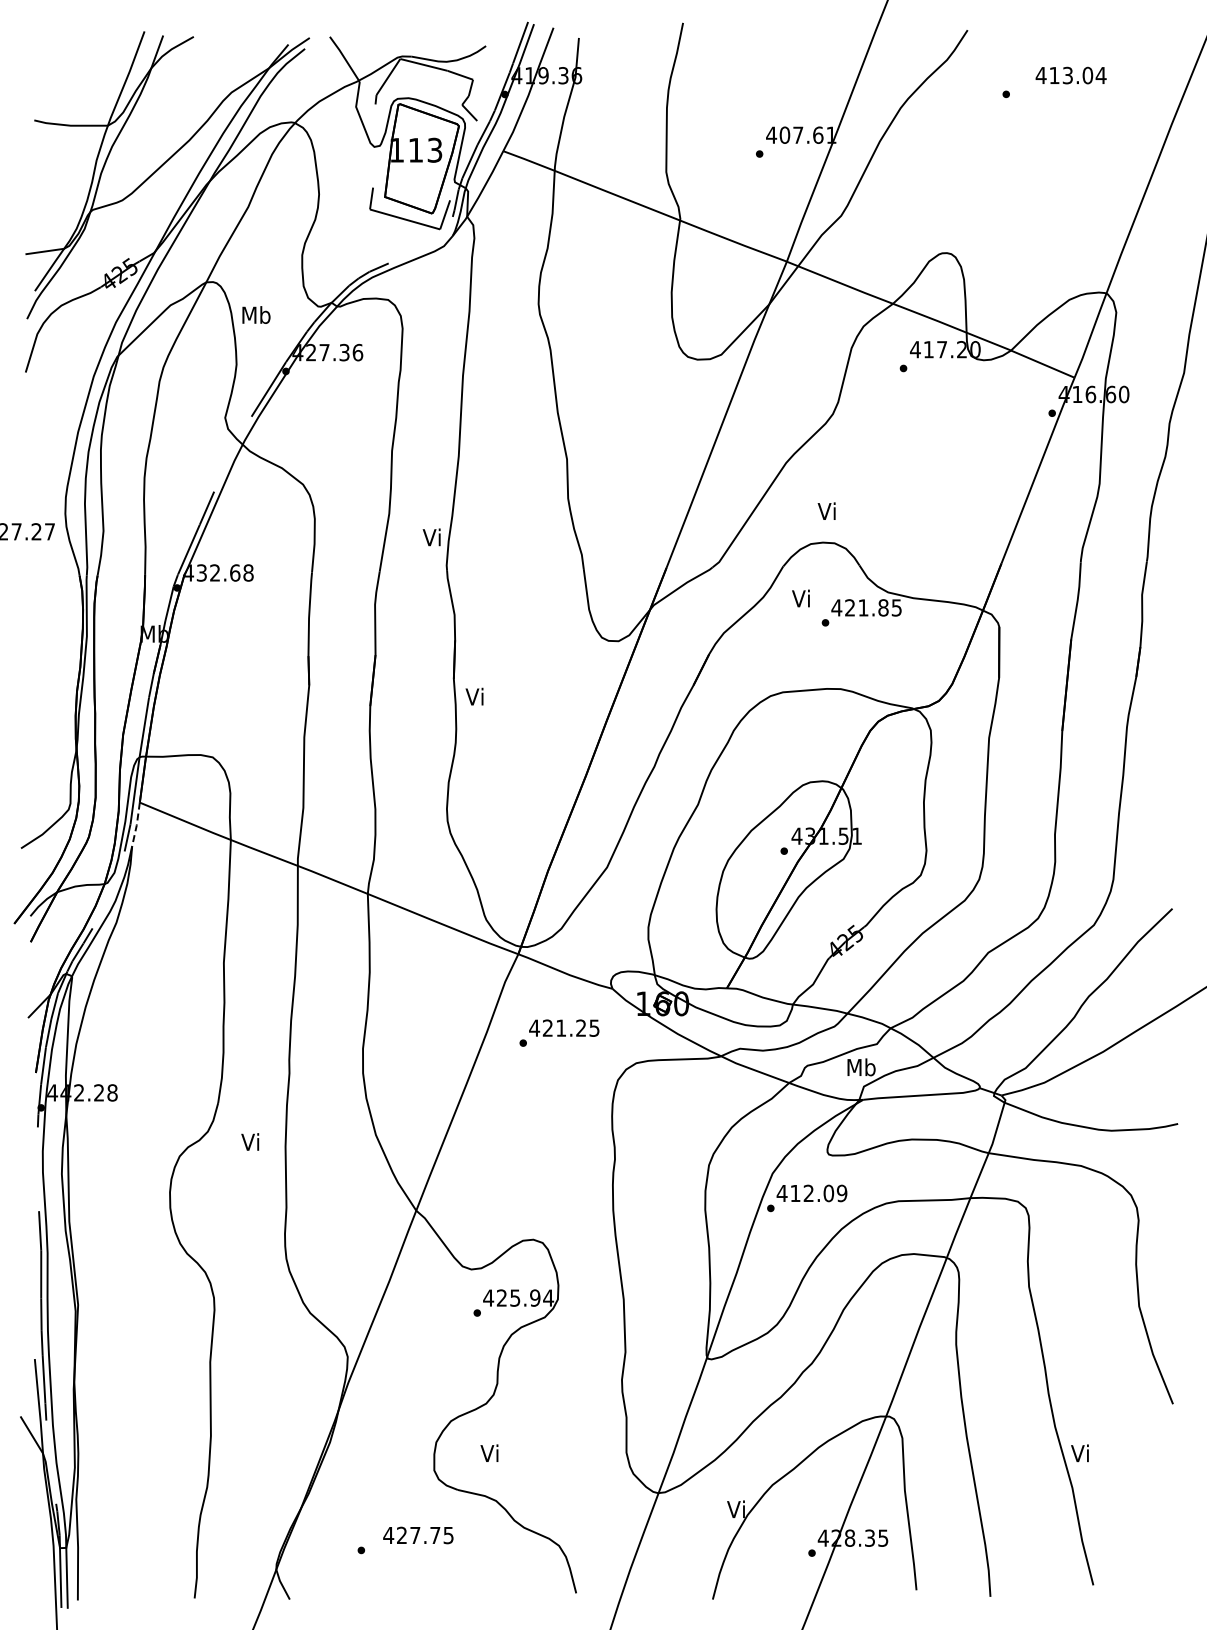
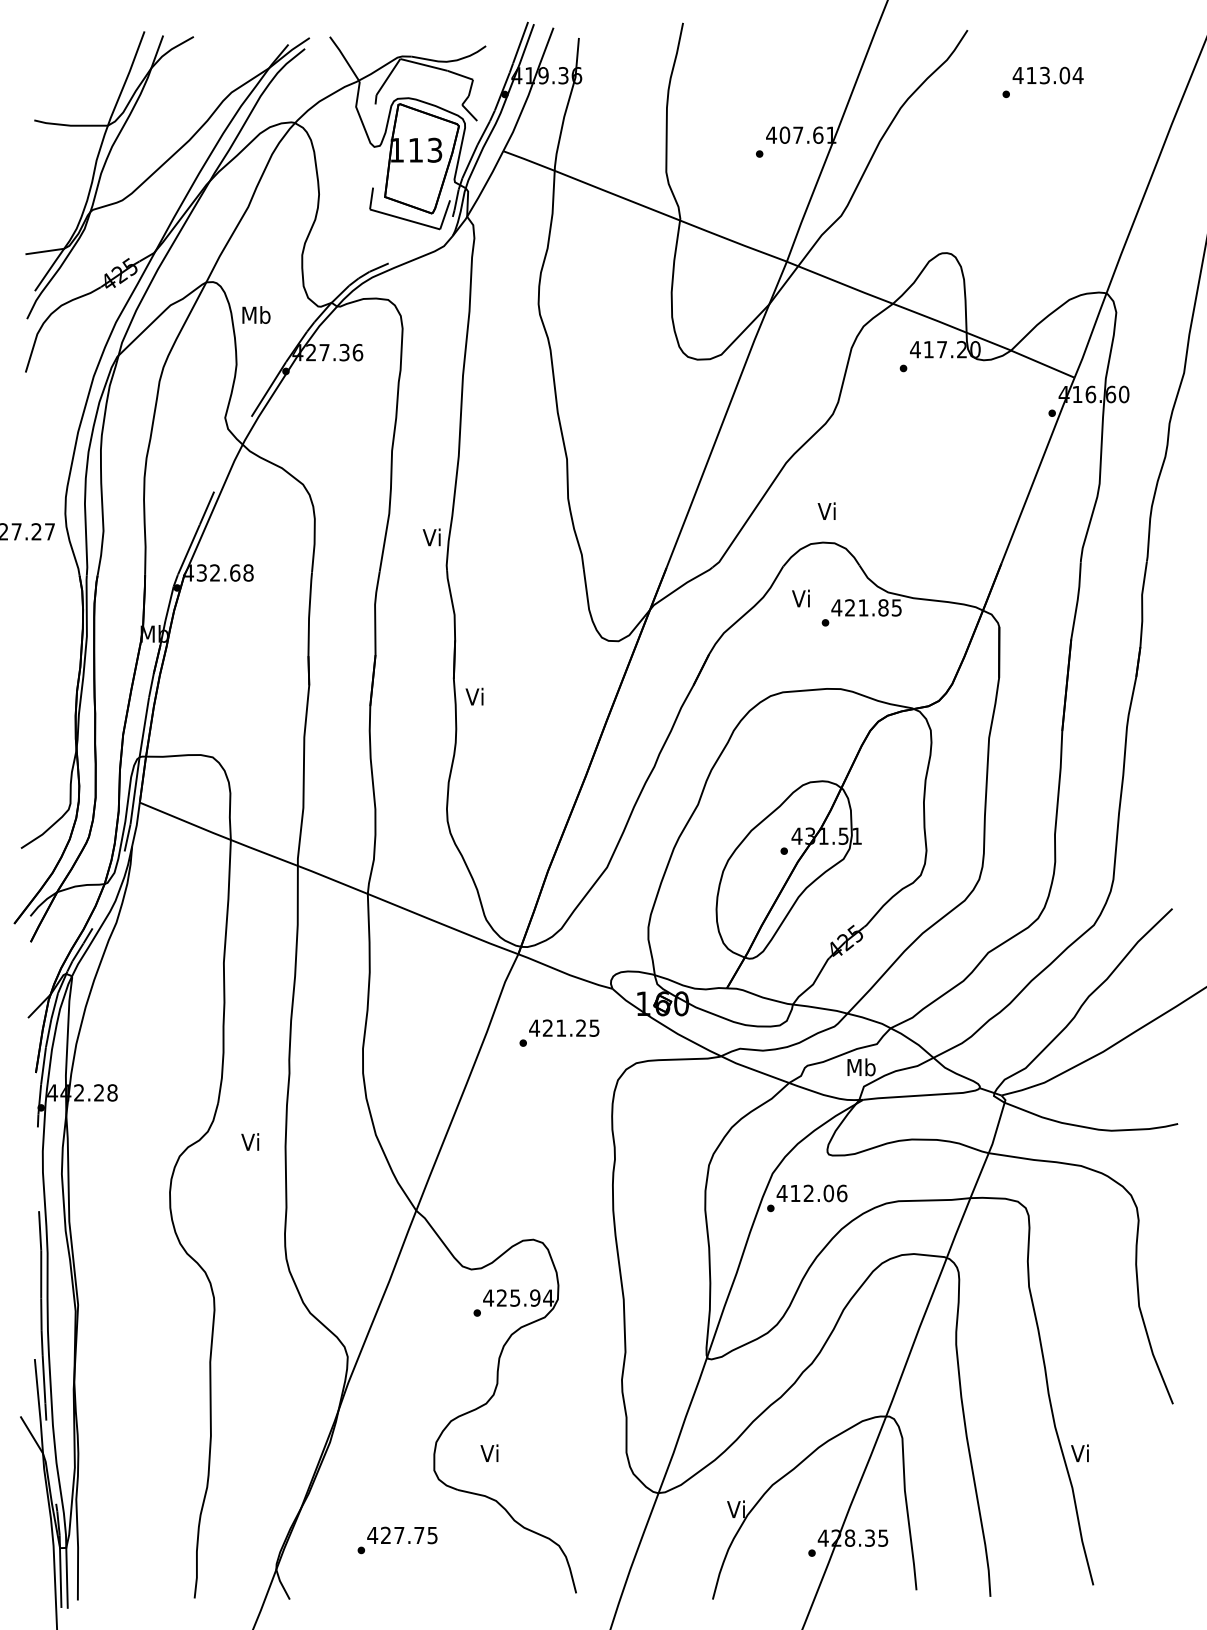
text at (1070, 75) position: (1070, 75) -> (1047, 75)
line at (136, 825): dashed -> solid
text at (841, 1193): 412.09 -> 412.06
text at (418, 1535) position: (418, 1535) -> (402, 1535)
